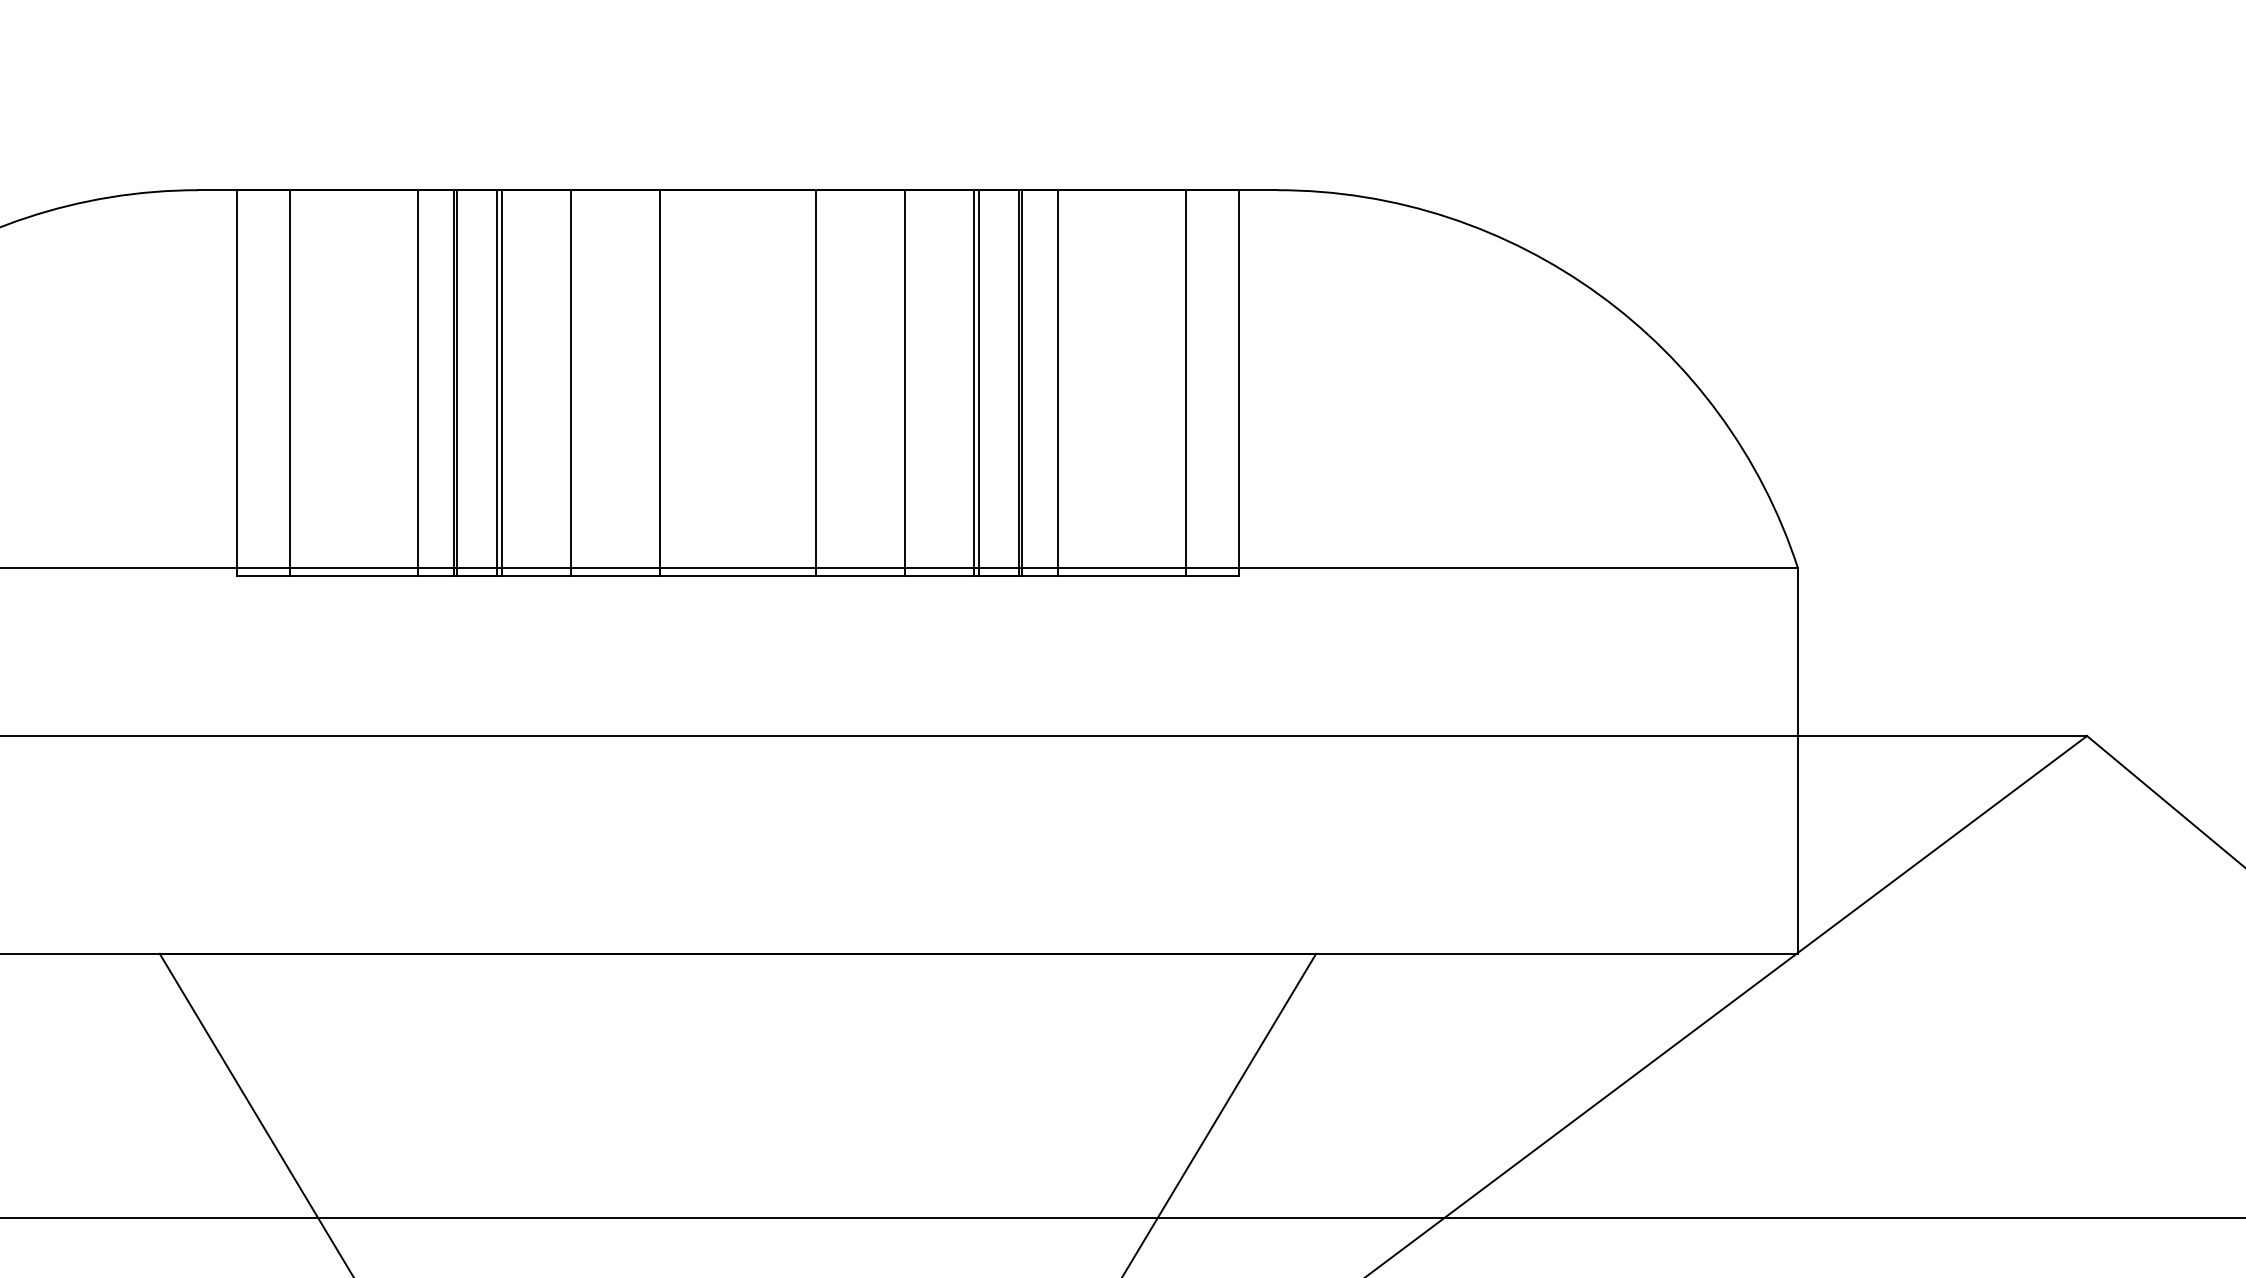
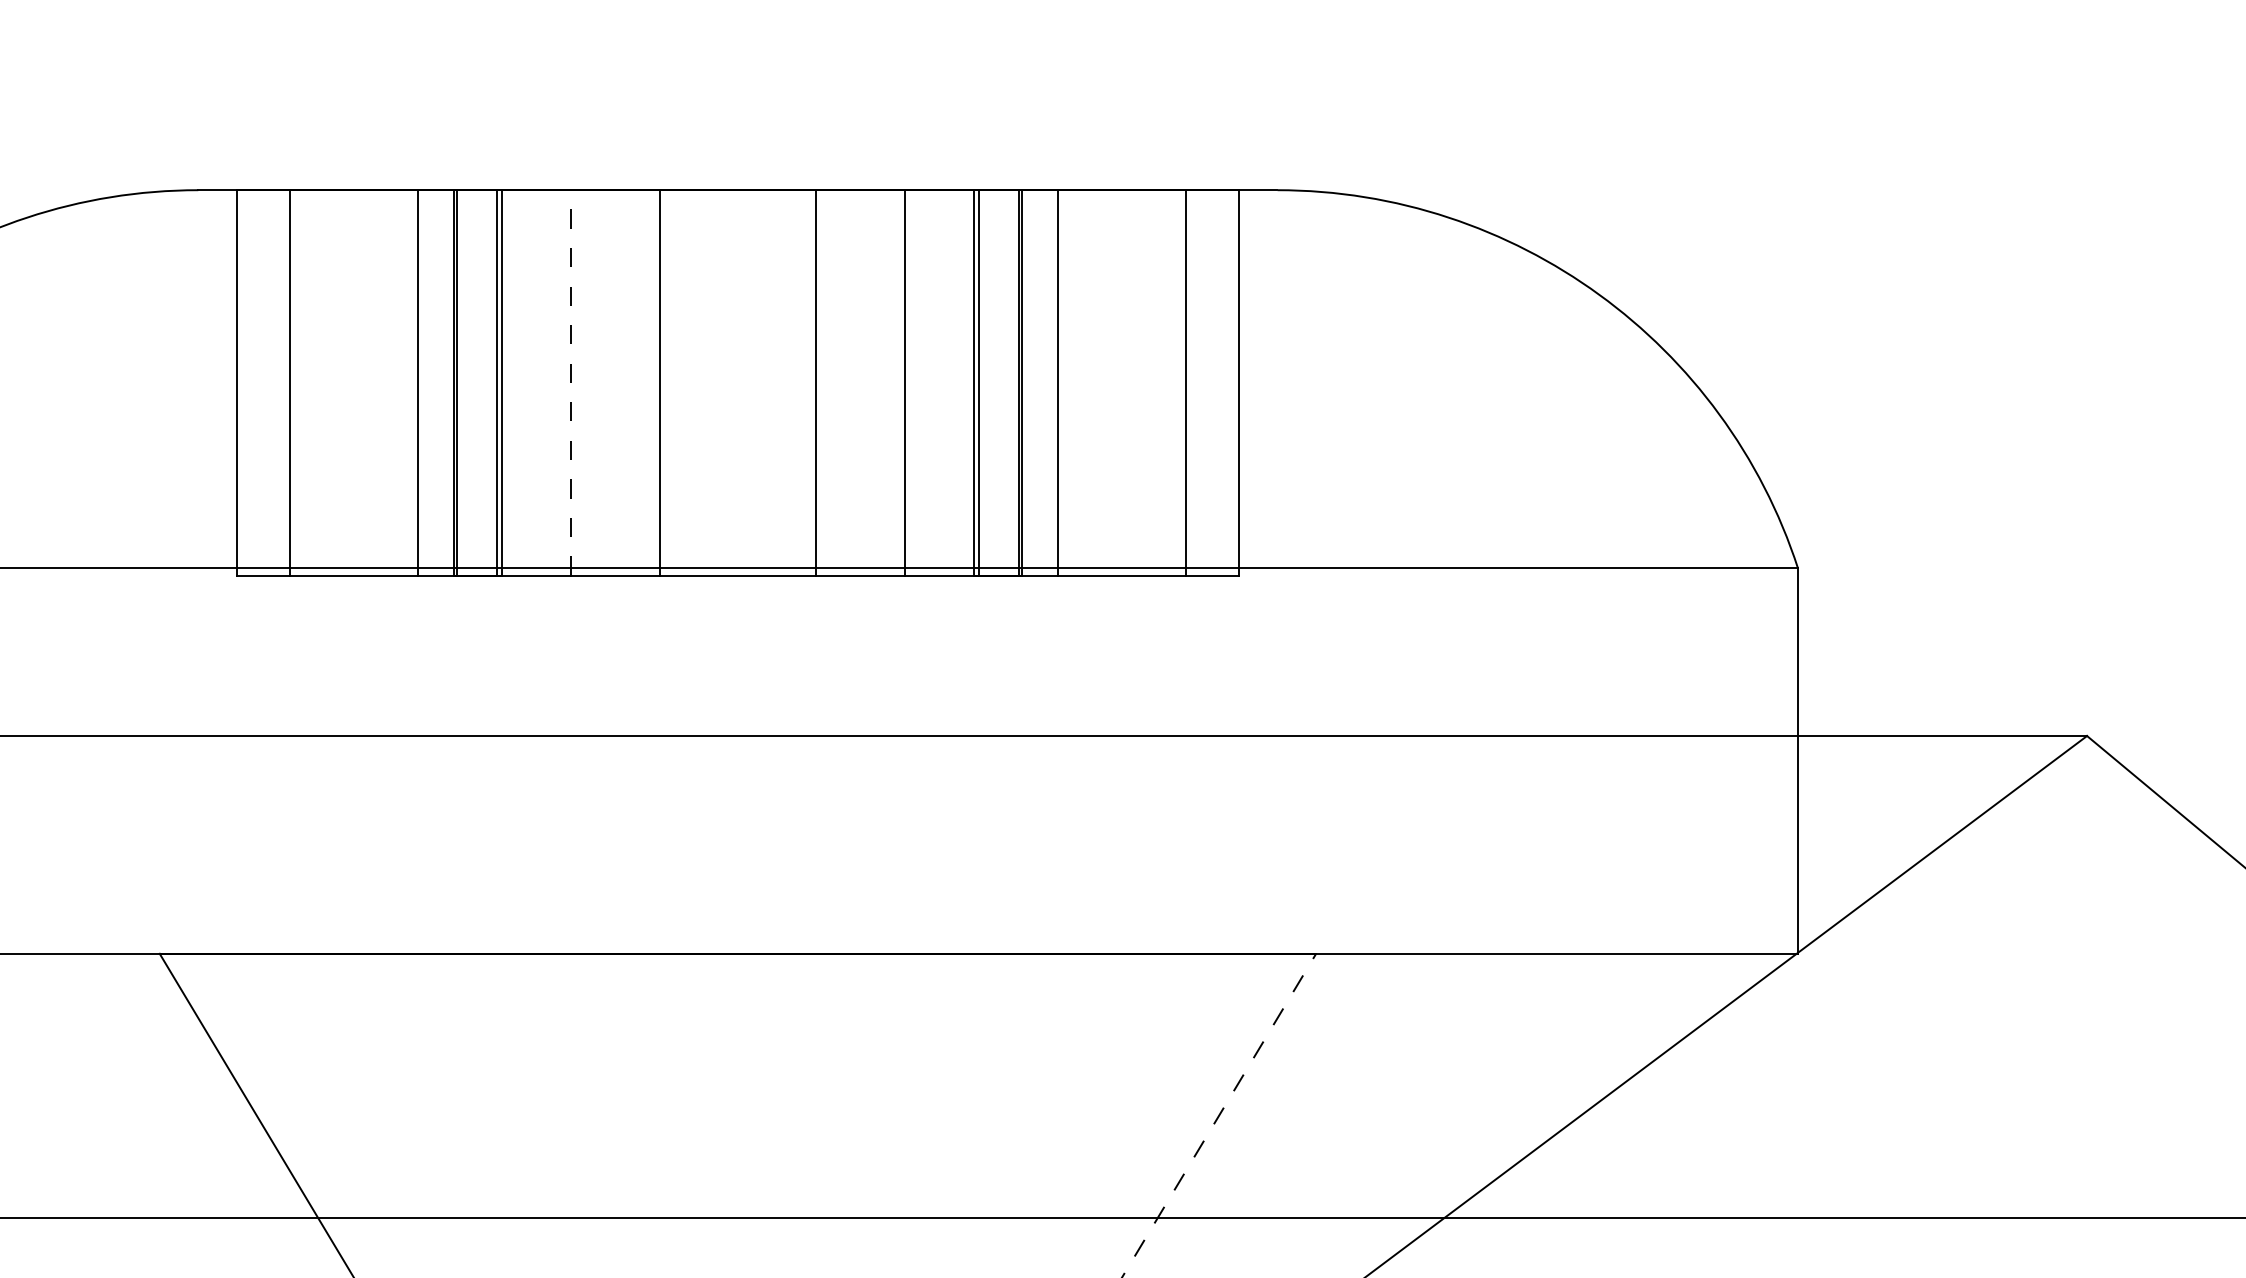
line at (570, 382): solid -> dashed
line at (1219, 1115): solid -> dashed
